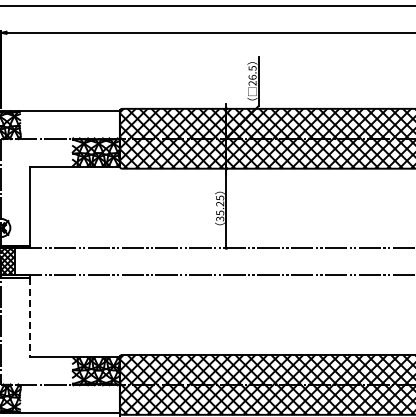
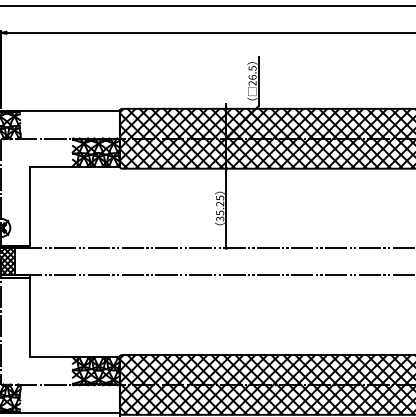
line at (29, 317): dashed -> solid
